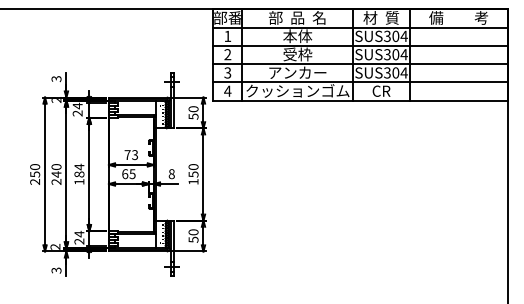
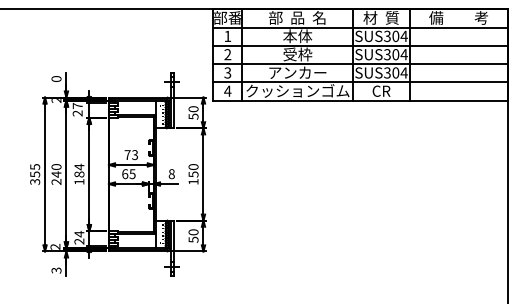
text at (56, 79): 3 -> 0
text at (77, 105): 24 -> 27
text at (35, 174): 250 -> 355
